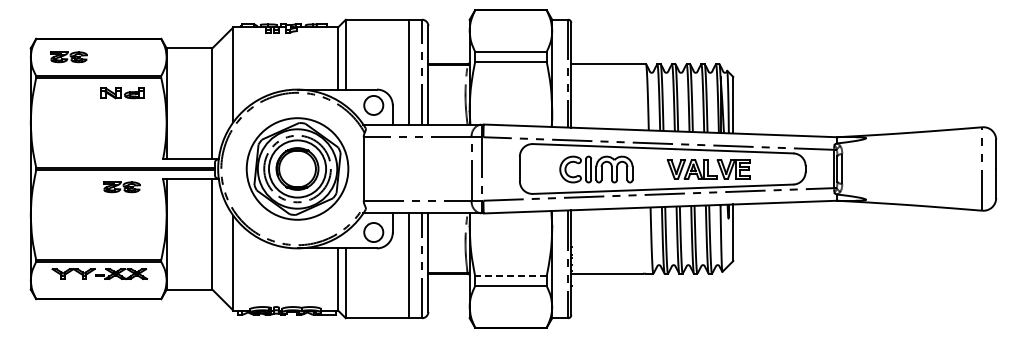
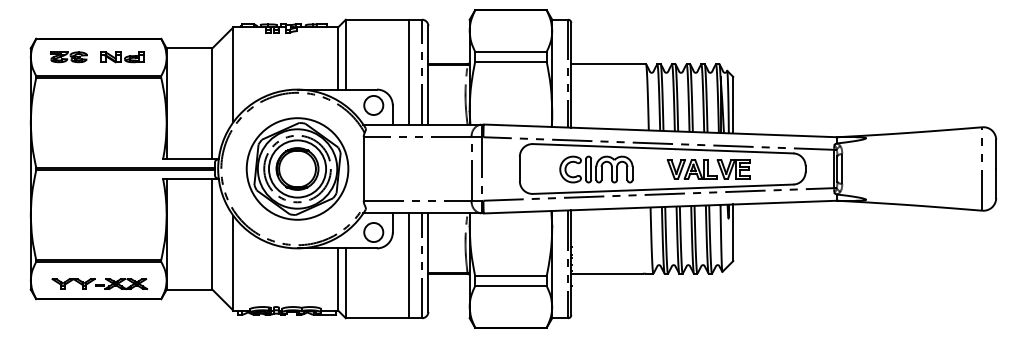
part at (122, 93) position: (122, 93) -> (122, 57)
part at (121, 187): present -> none
part at (99, 274) position: (99, 274) -> (99, 284)
line at (510, 276): dashed -> solid
